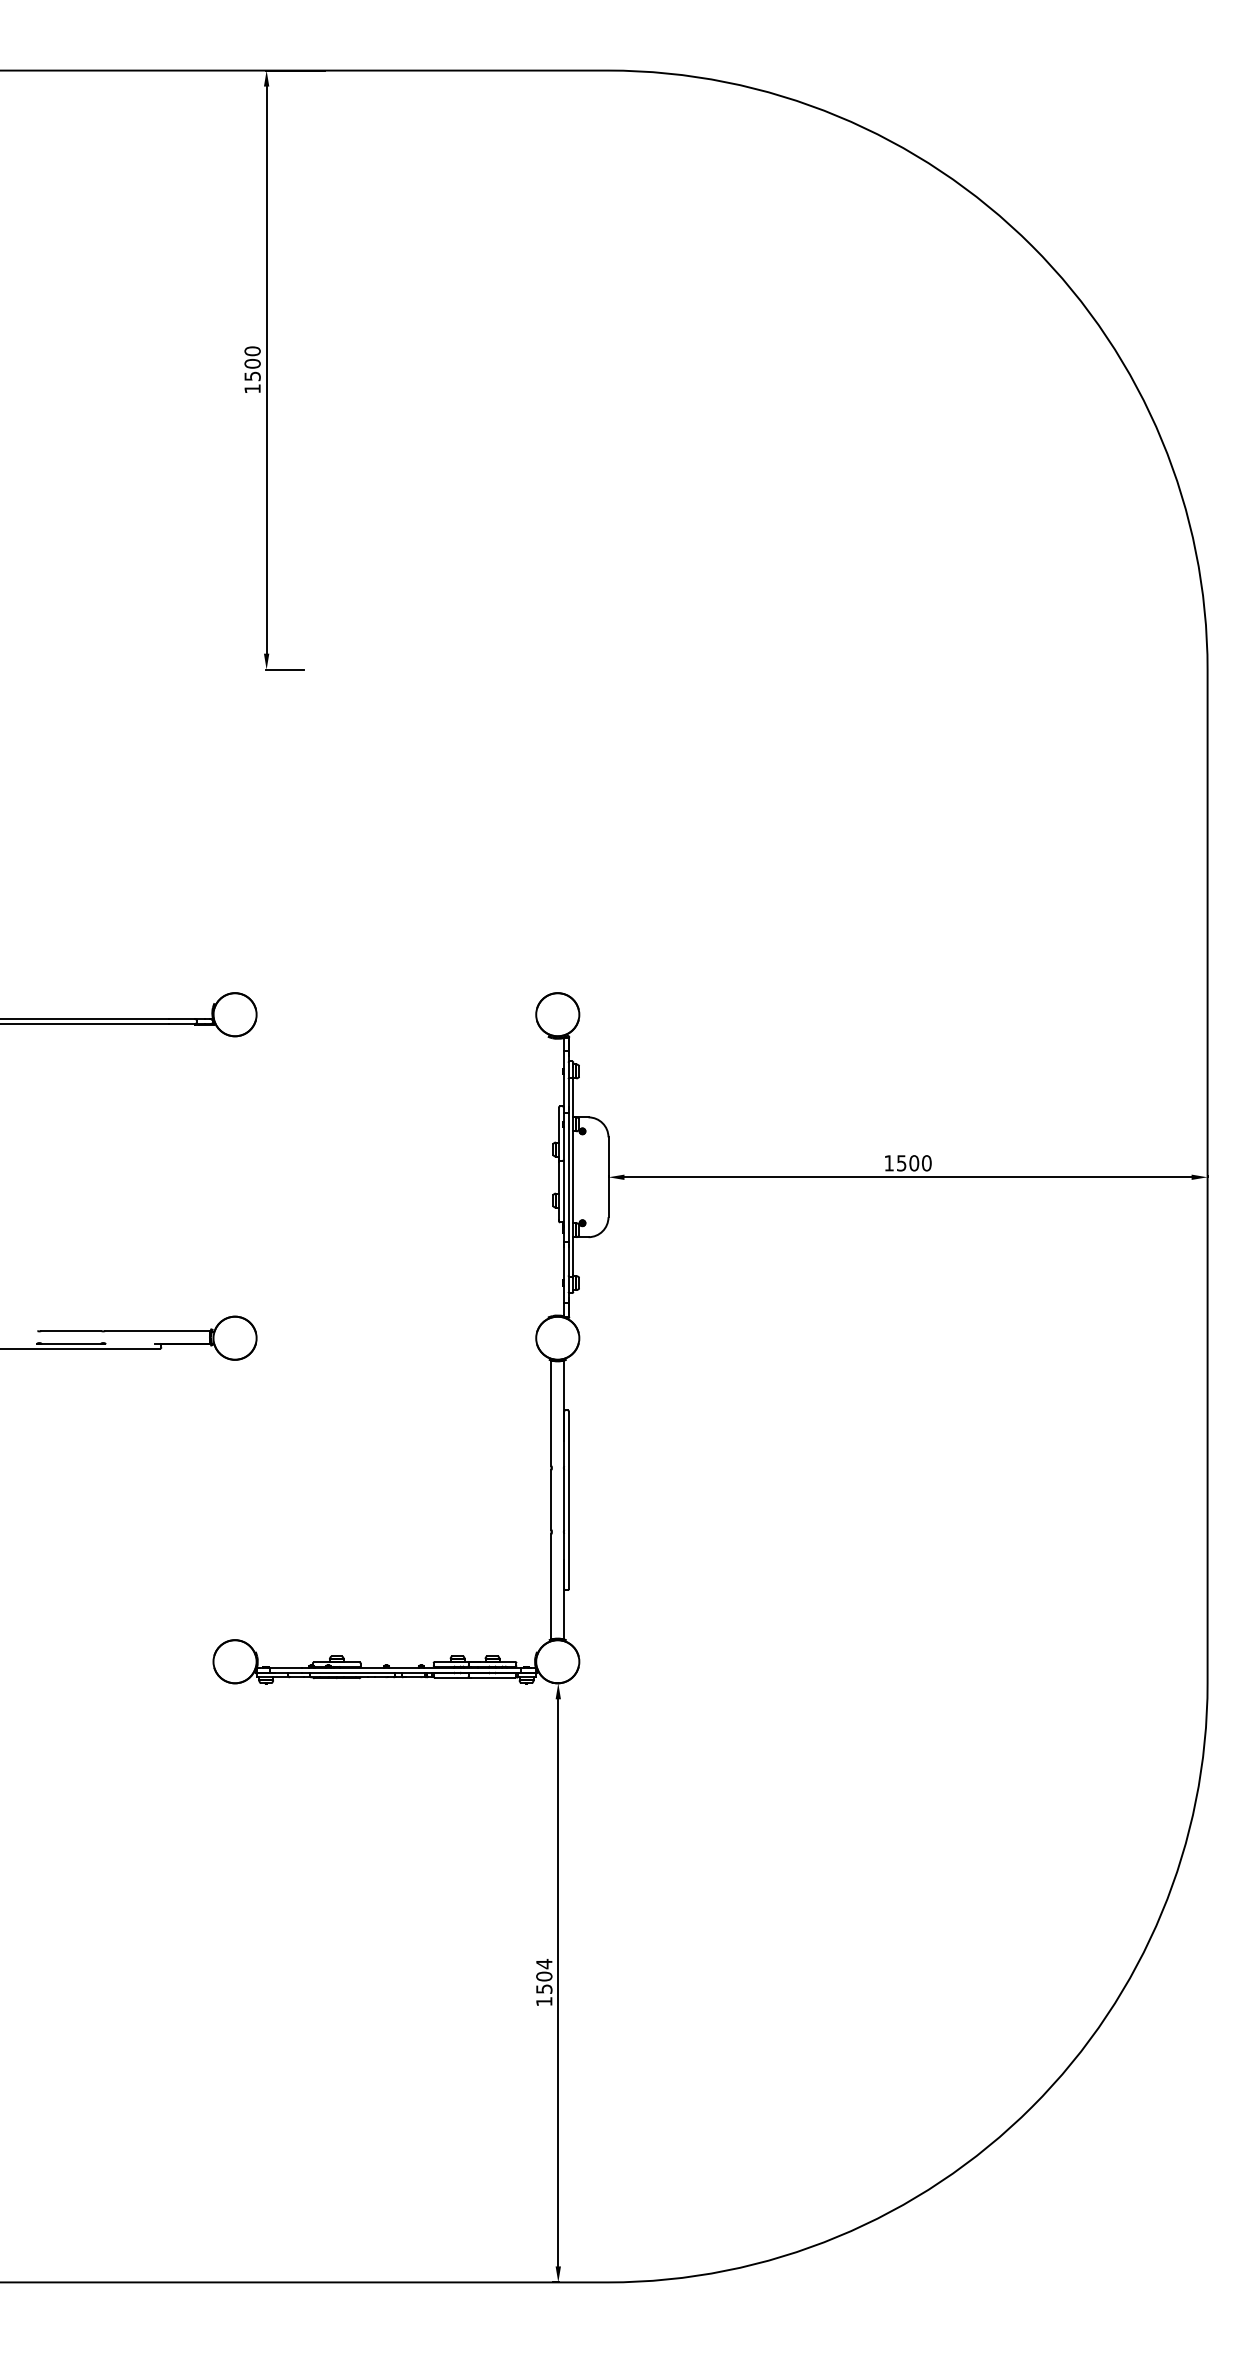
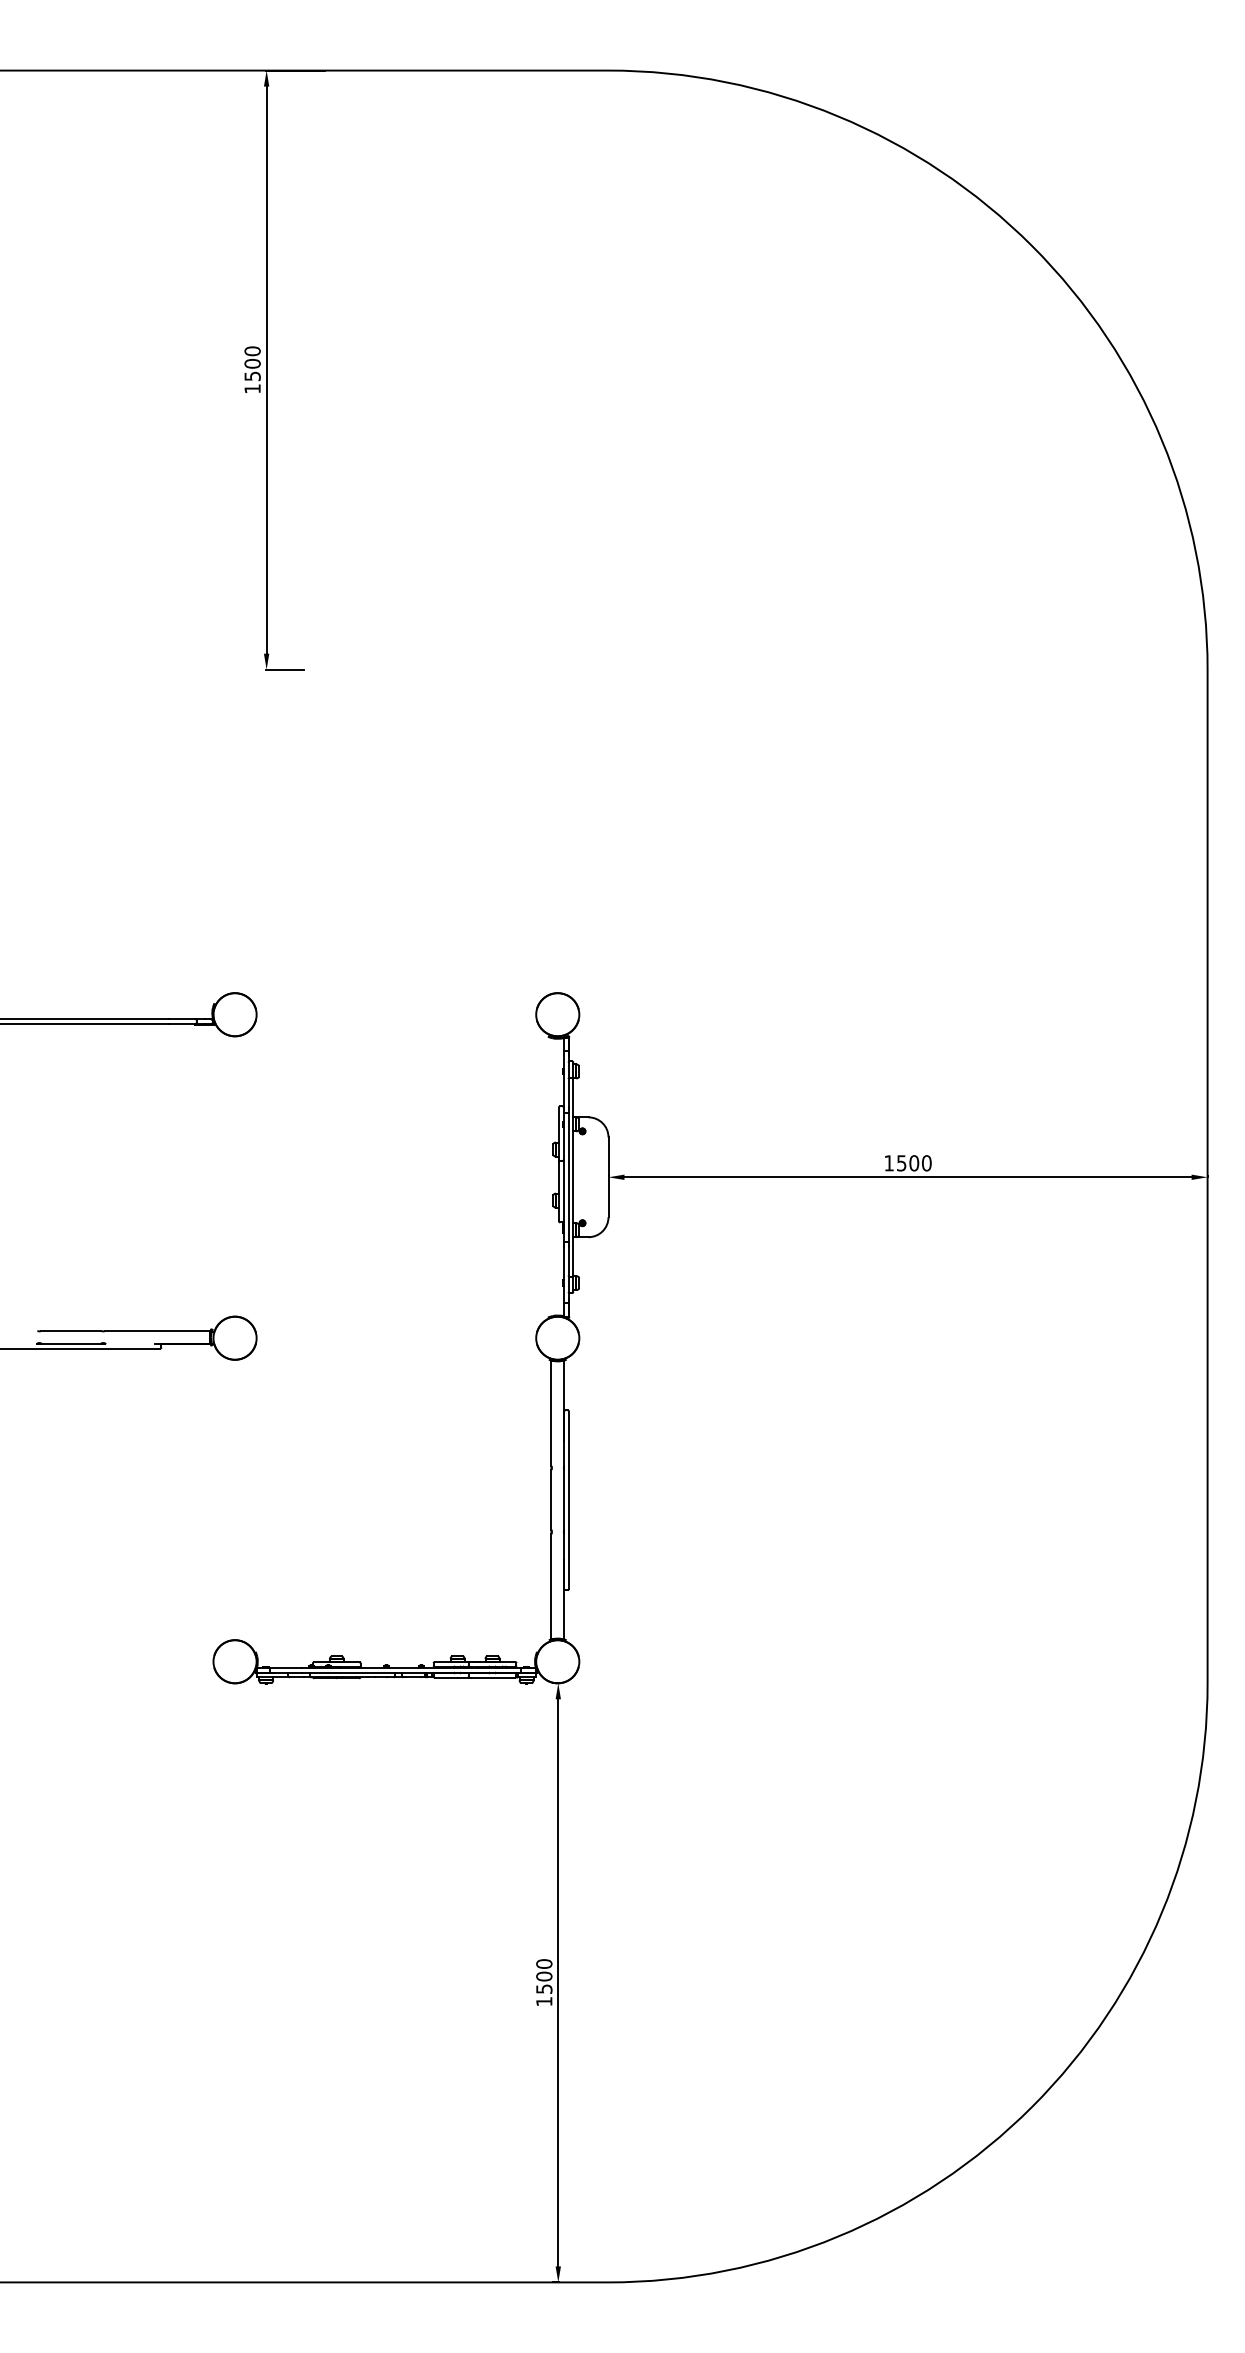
text at (544, 1963): 1504 -> 1500
